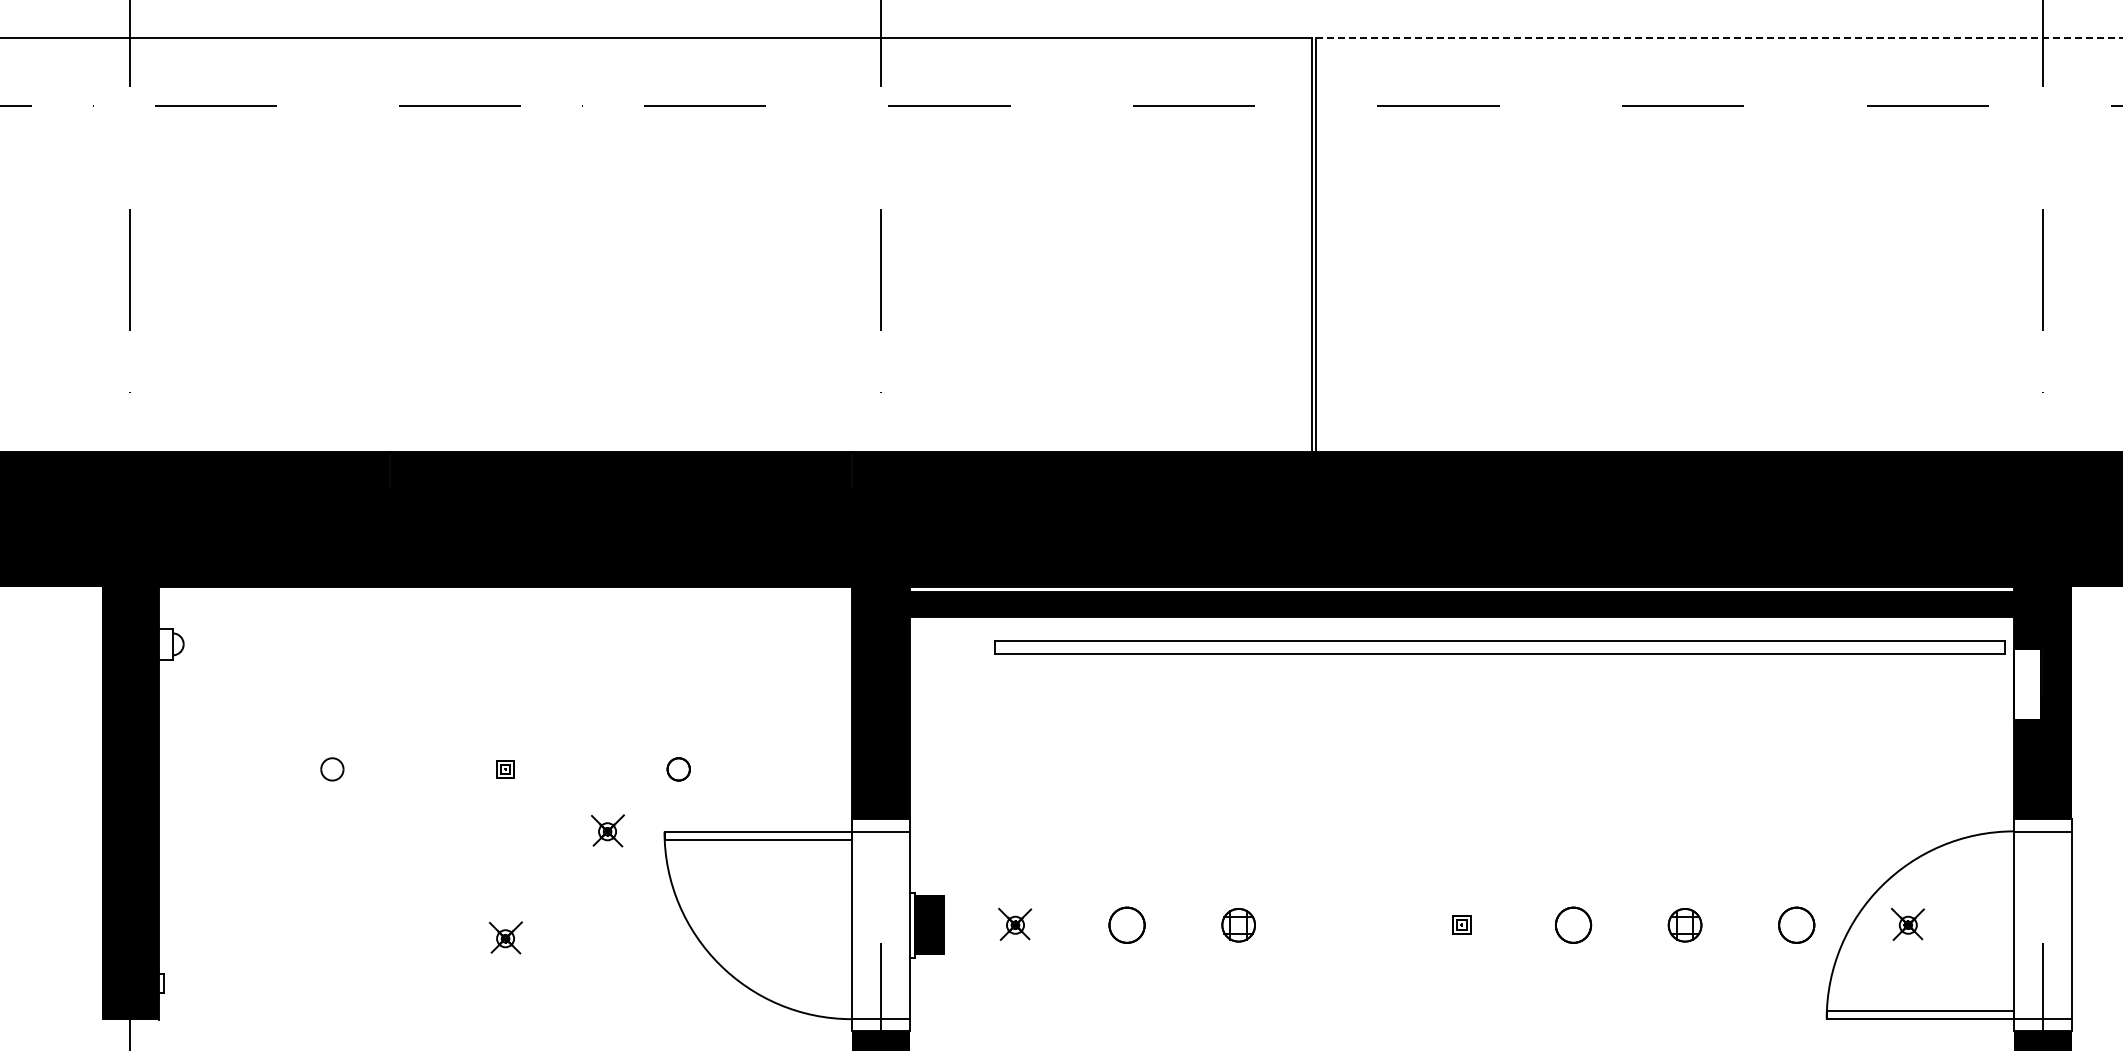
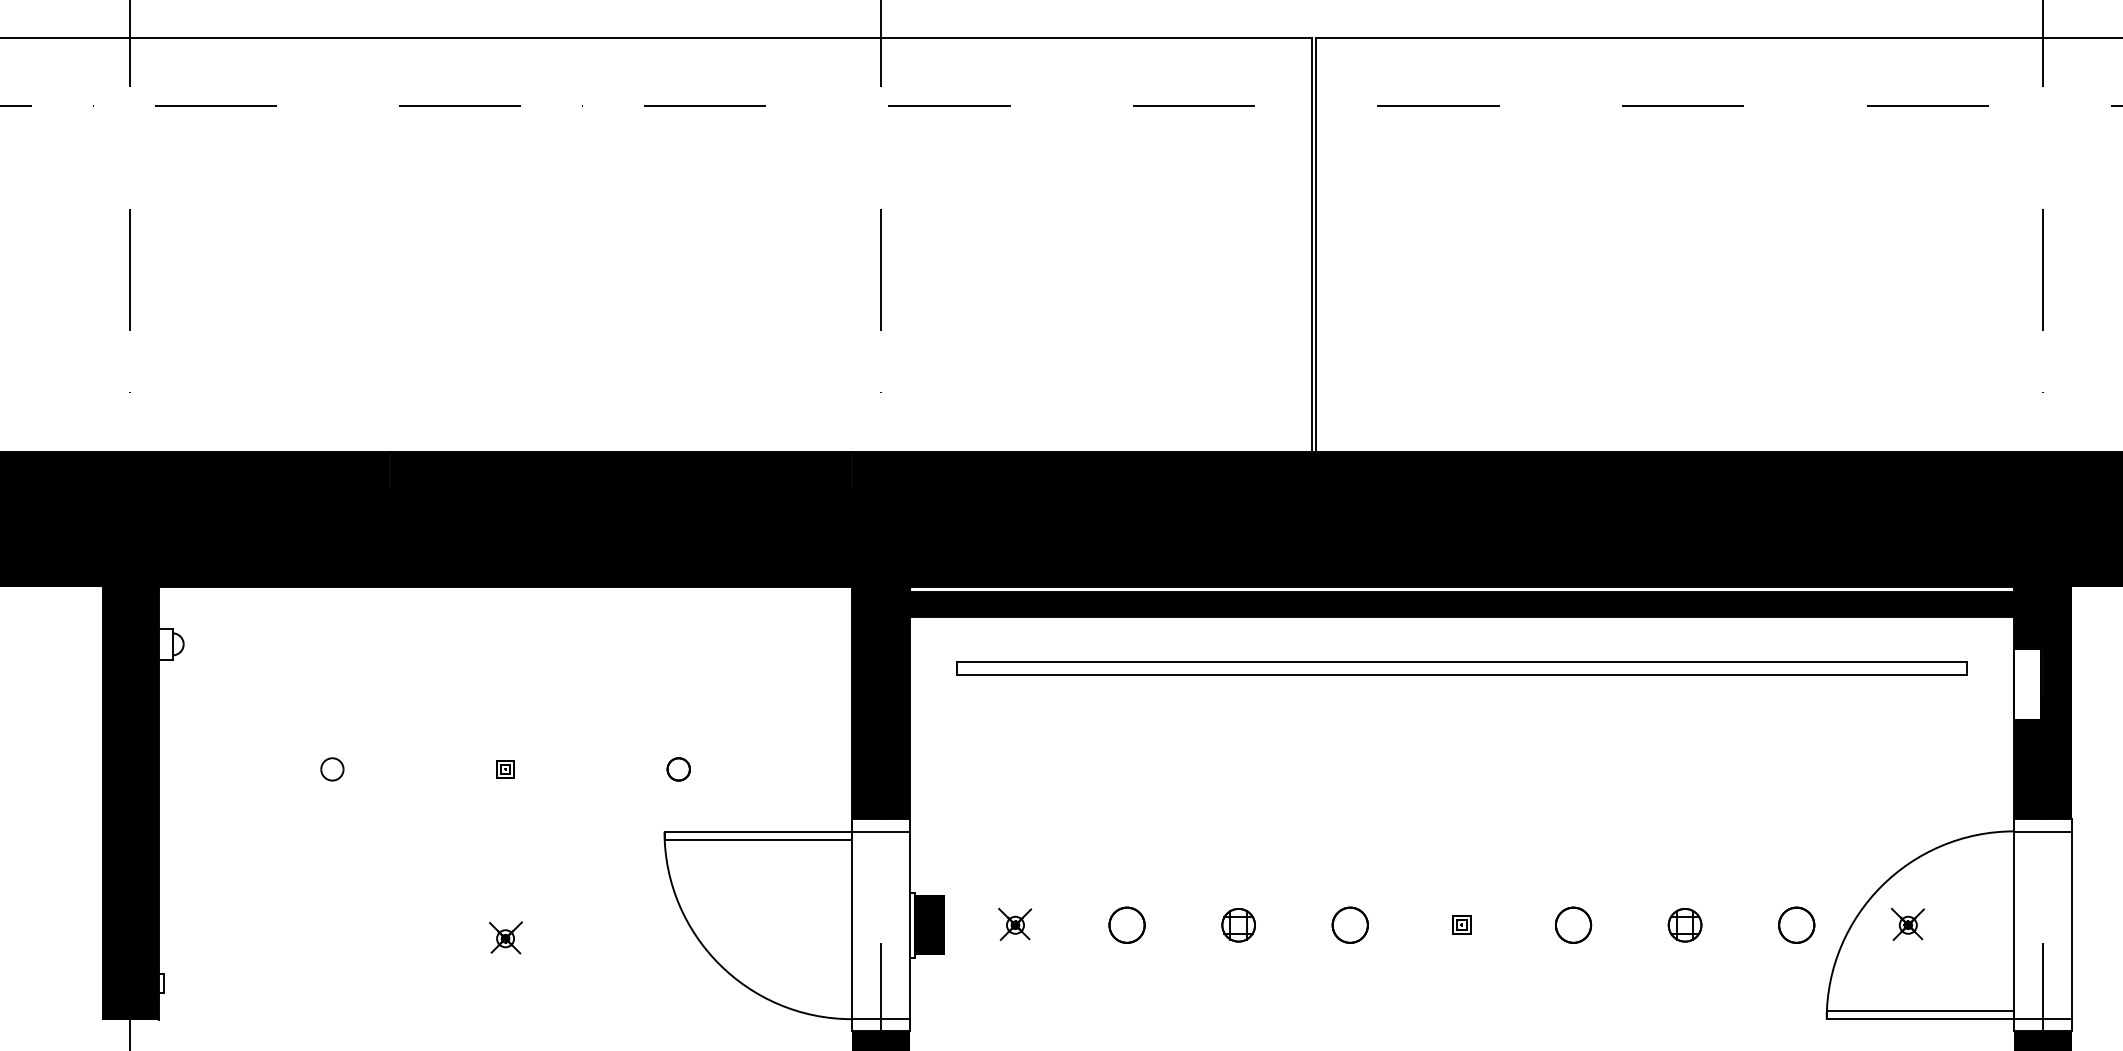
line at (1719, 38): dashed -> solid
part at (1499, 647) position: (1499, 647) -> (1461, 668)
part at (607, 830): present -> none
part at (1349, 924): none -> present
